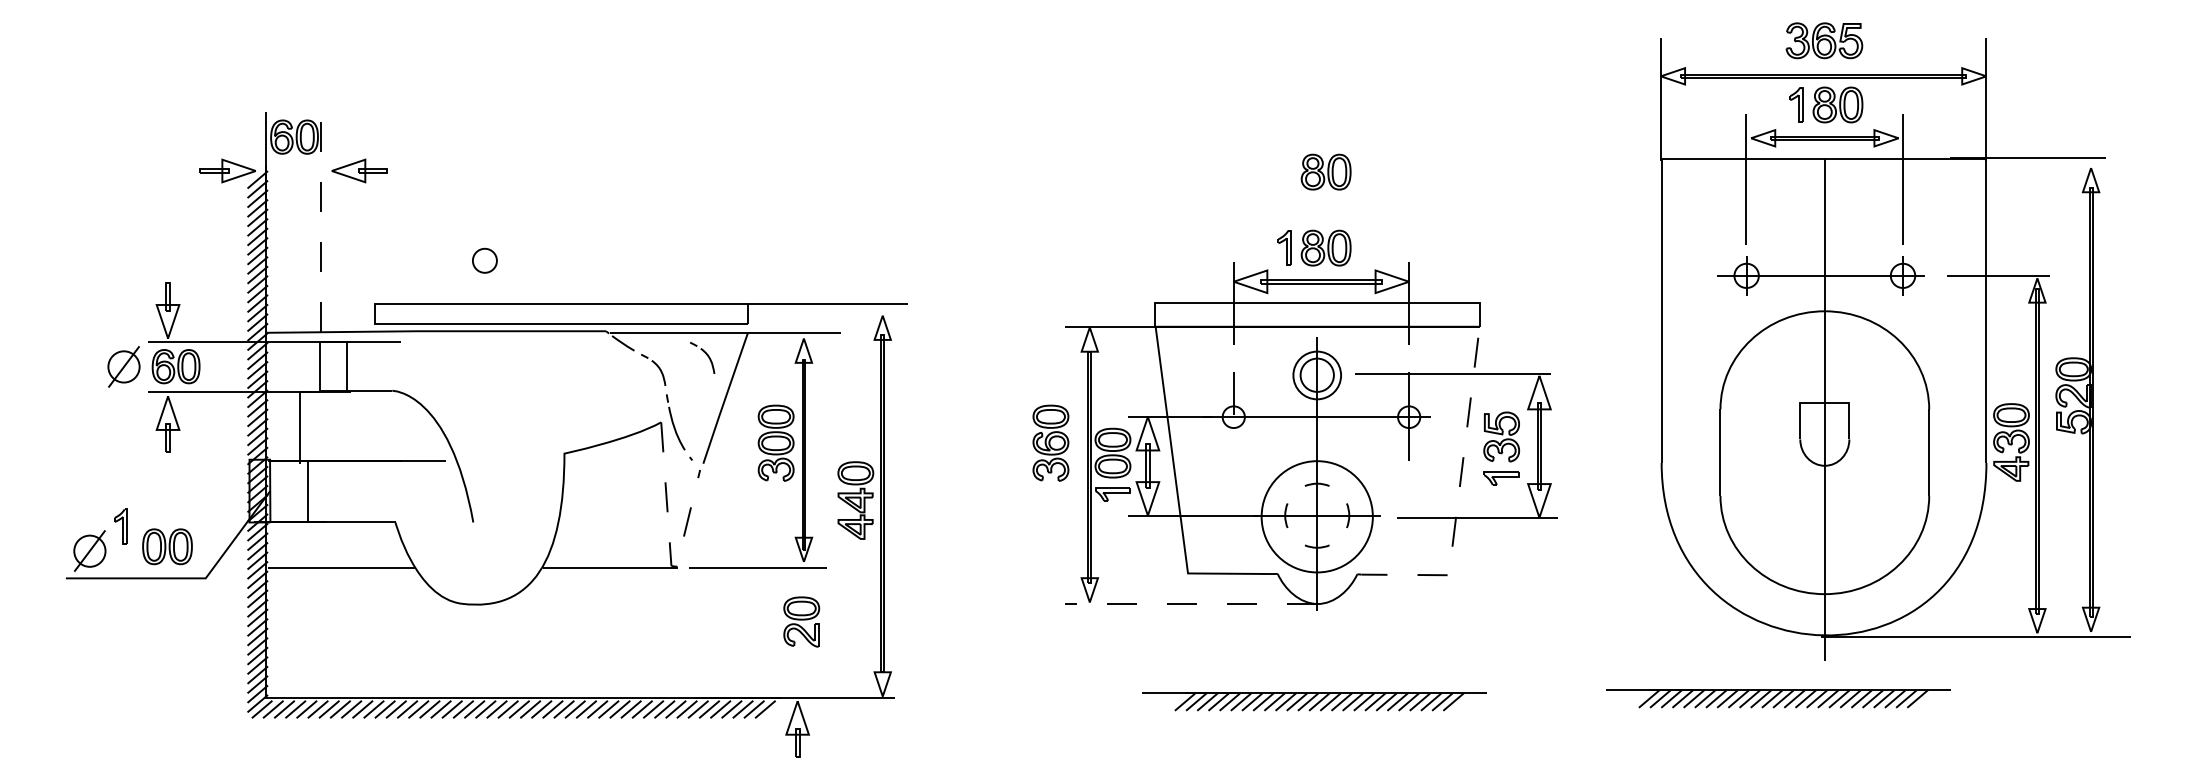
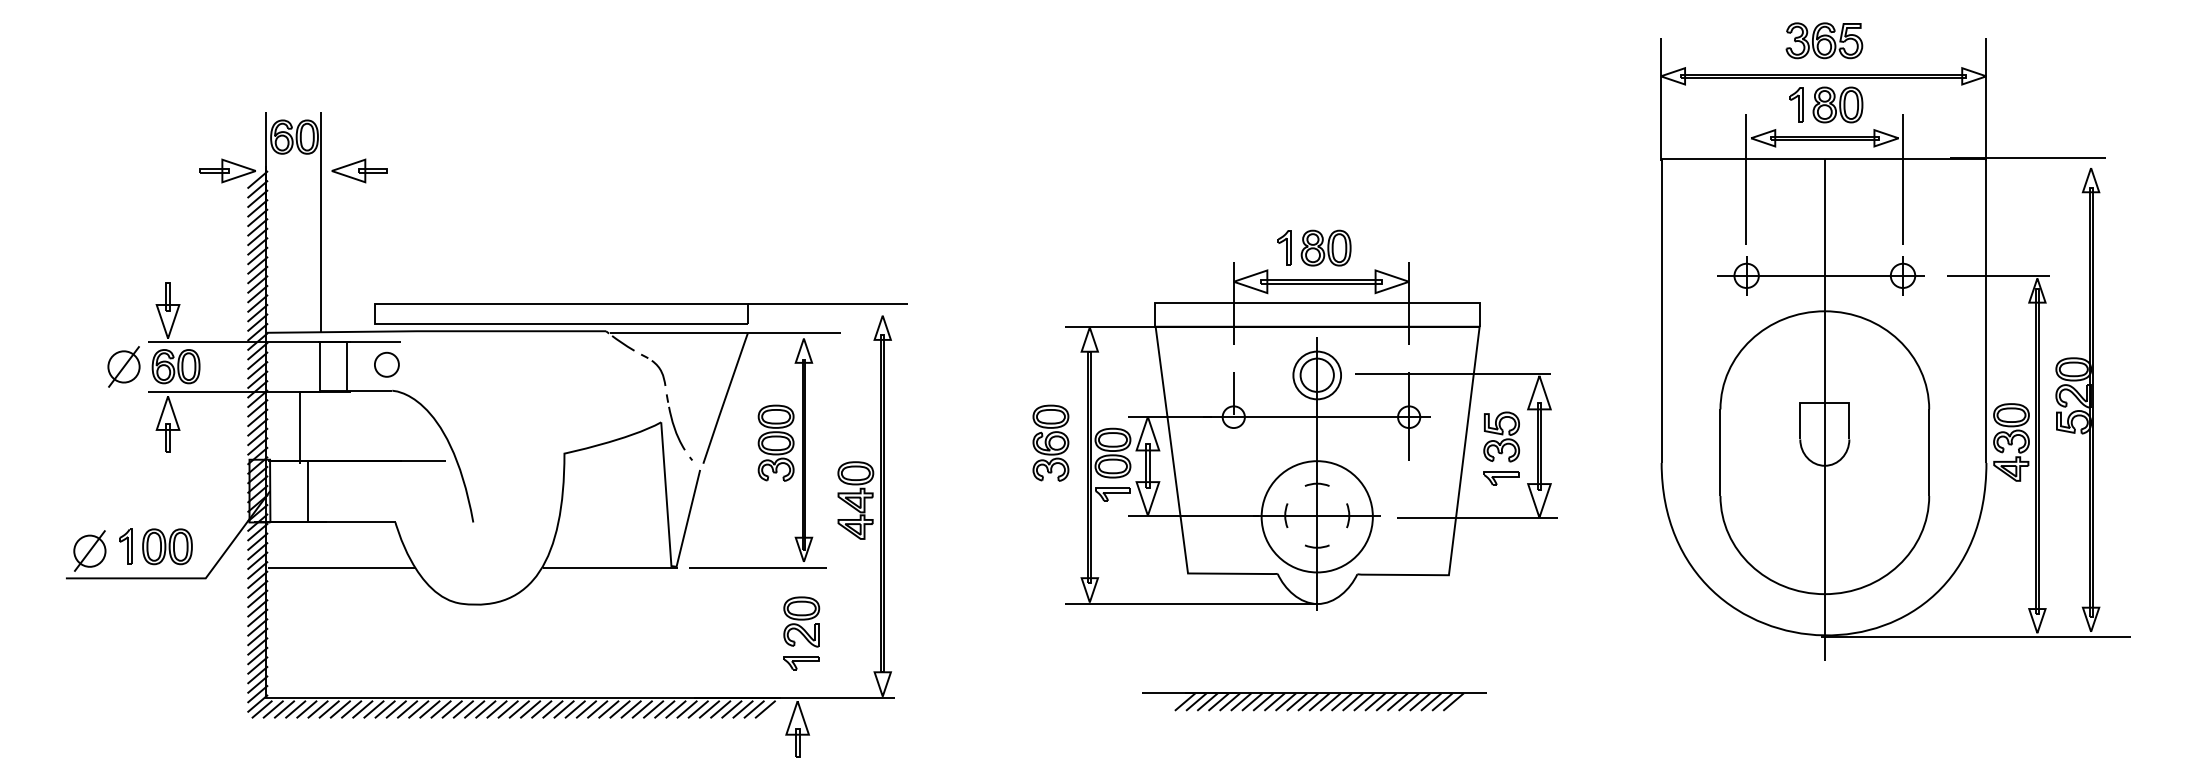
part at (1325, 171): present -> none
line at (321, 221): dashed -> solid
part at (484, 260) position: (484, 260) -> (386, 364)
part at (702, 357): present -> none
line at (1458, 498): dashed -> solid
part at (120, 526) position: (120, 526) -> (125, 546)
line at (670, 548): dashed -> solid
line at (1190, 603): dashed -> solid
part at (801, 663): none -> present
part at (1778, 698): present -> none
